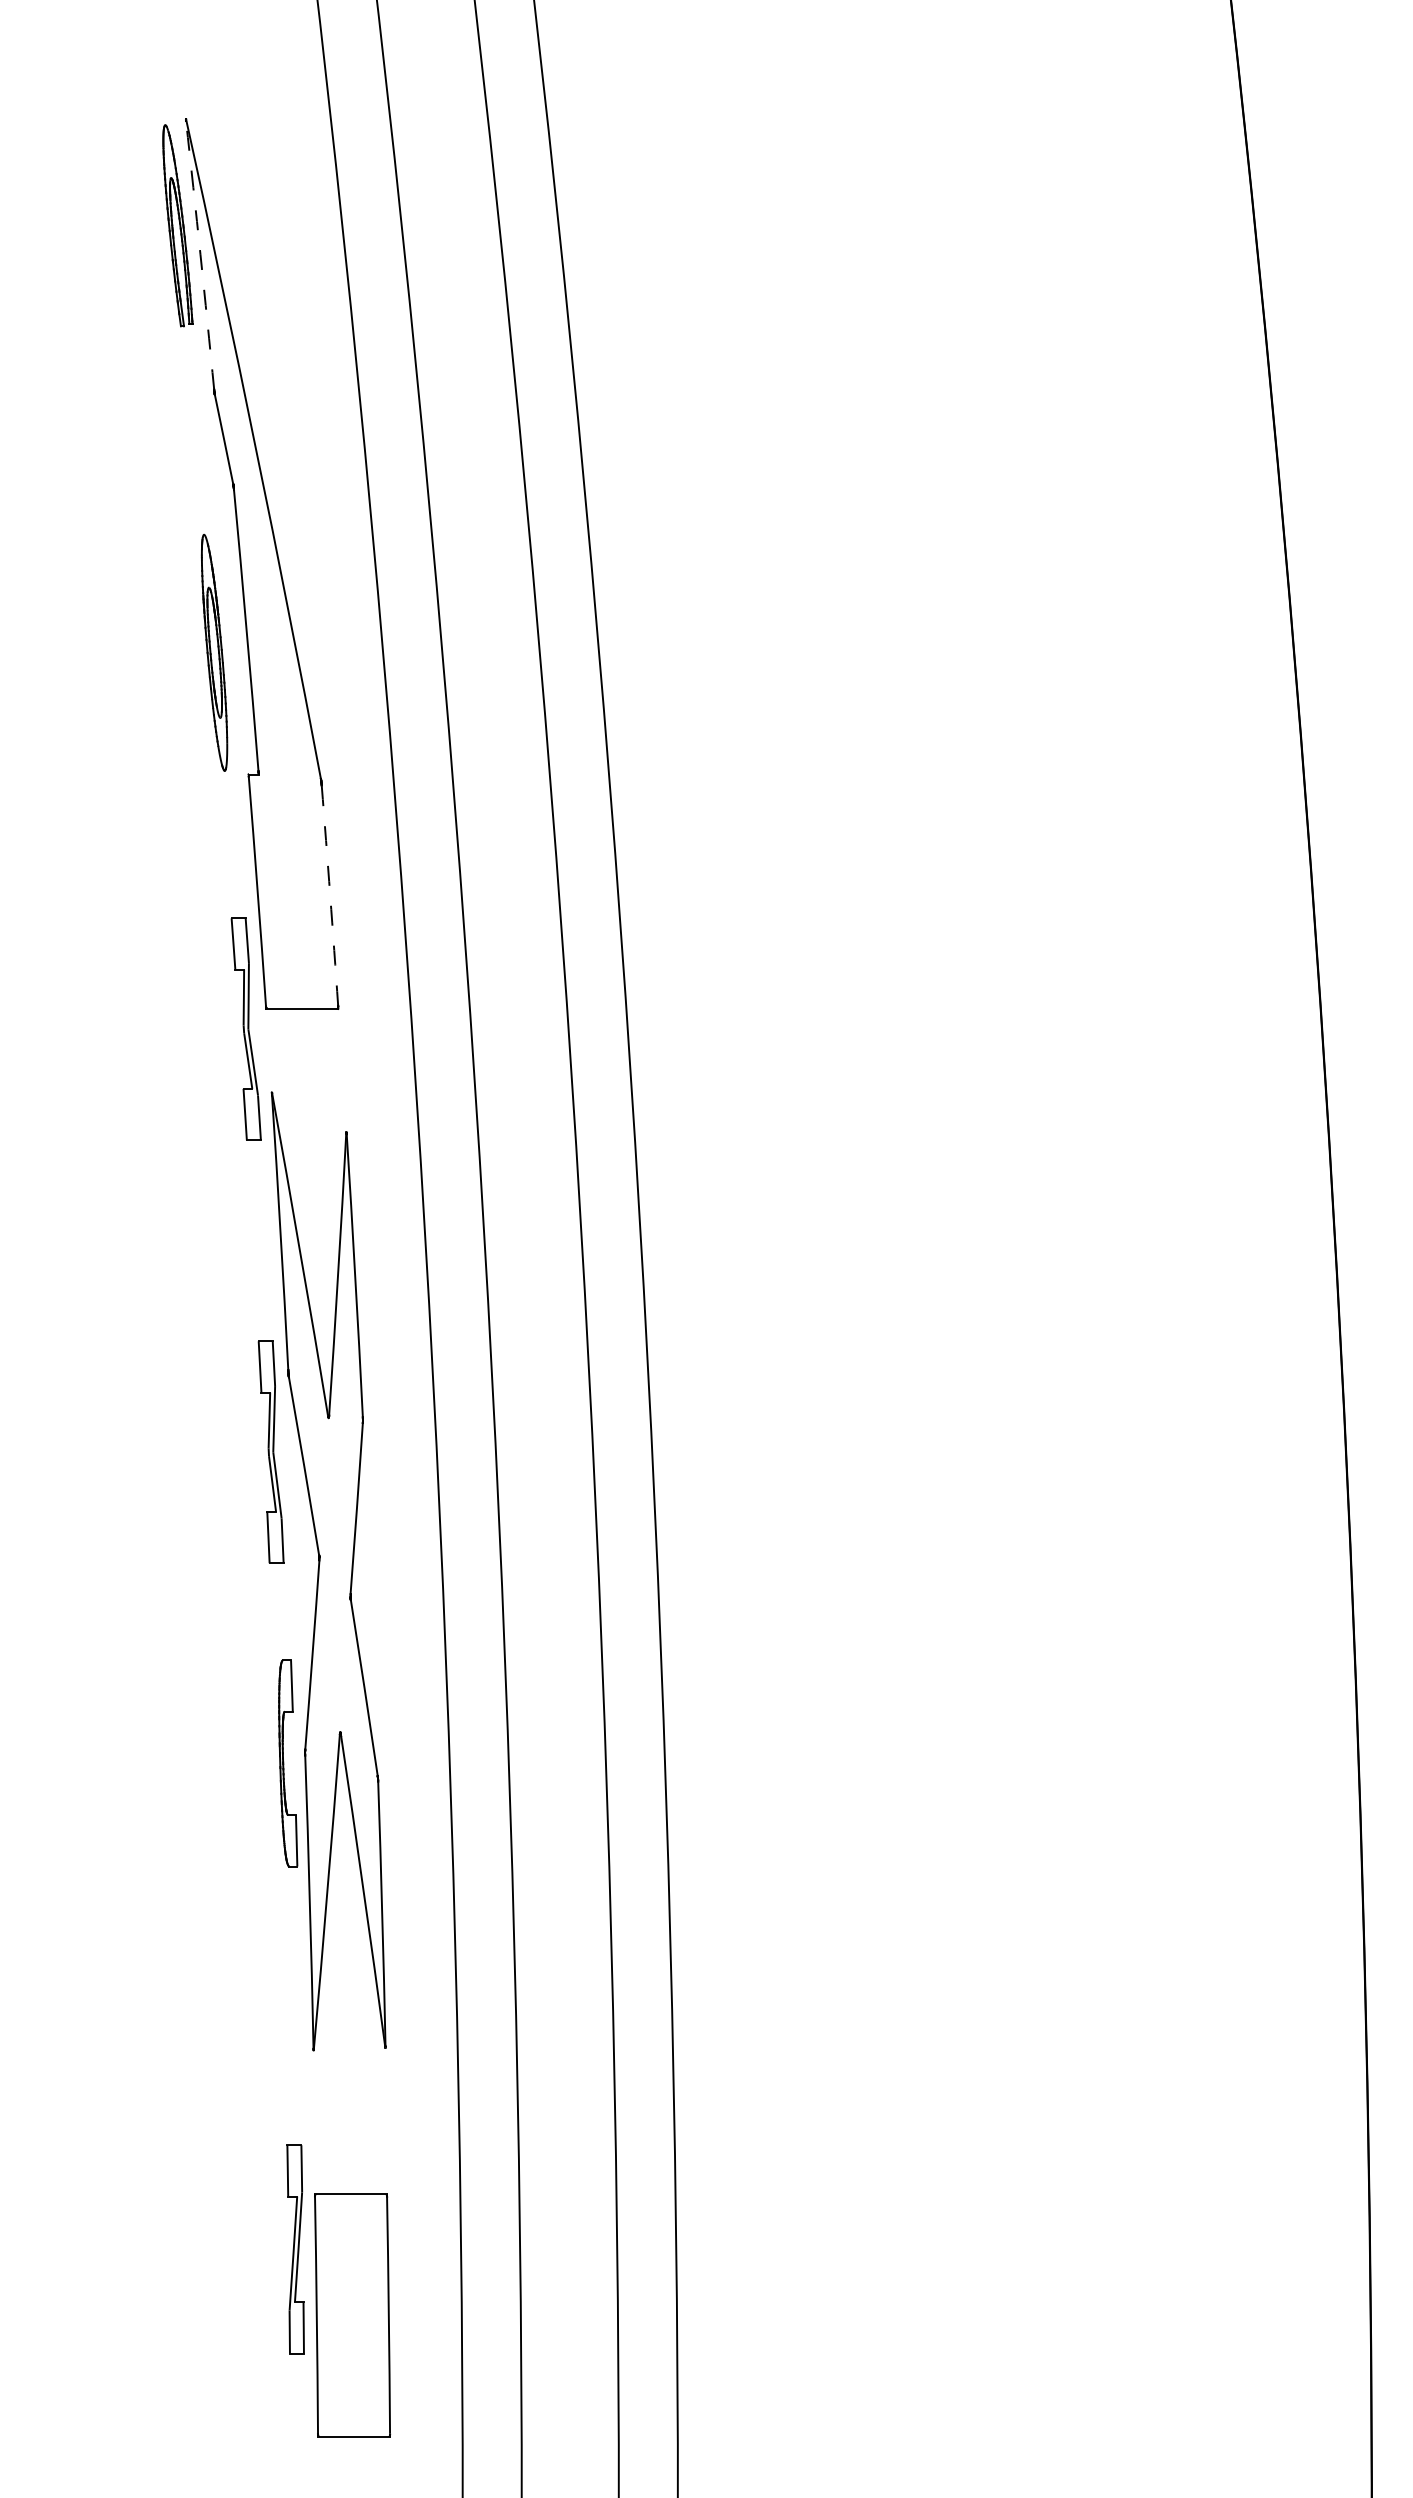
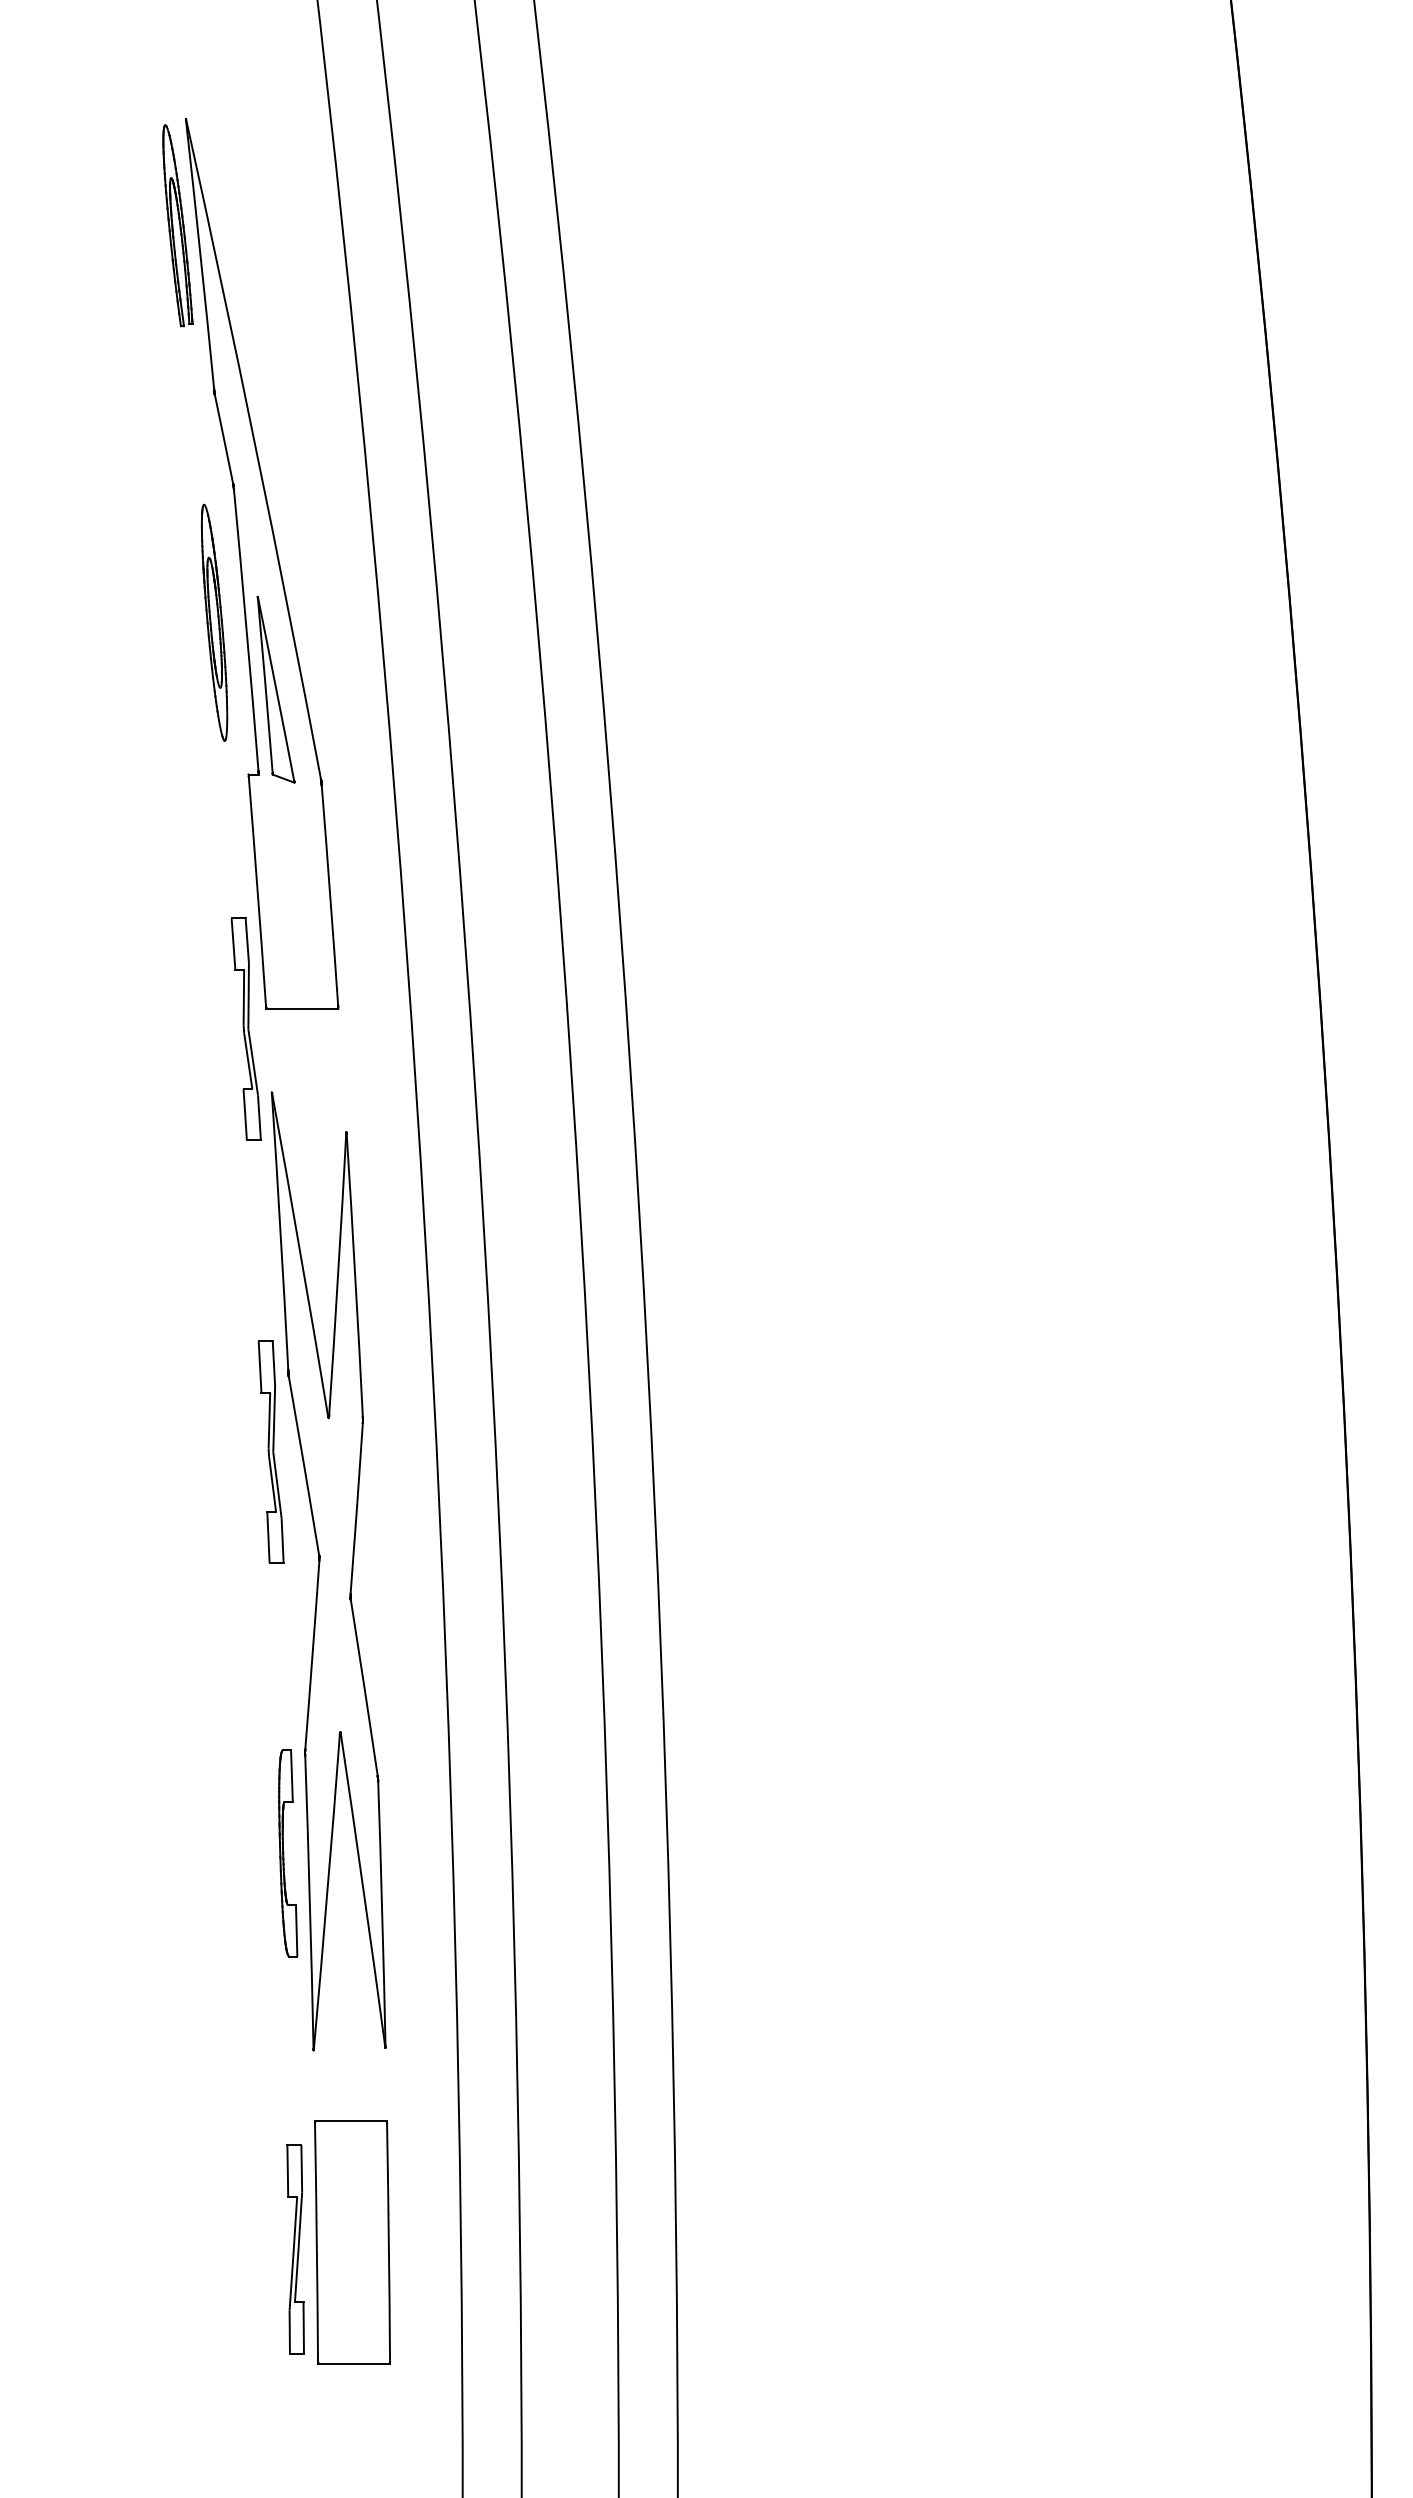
arc at (200, 254): dashed -> solid
part at (214, 652) position: (214, 652) -> (214, 622)
part at (275, 689): none -> present
arc at (330, 895): dashed -> solid
part at (288, 1763) position: (288, 1763) -> (288, 1853)
part at (352, 2315) position: (352, 2315) -> (352, 2242)
